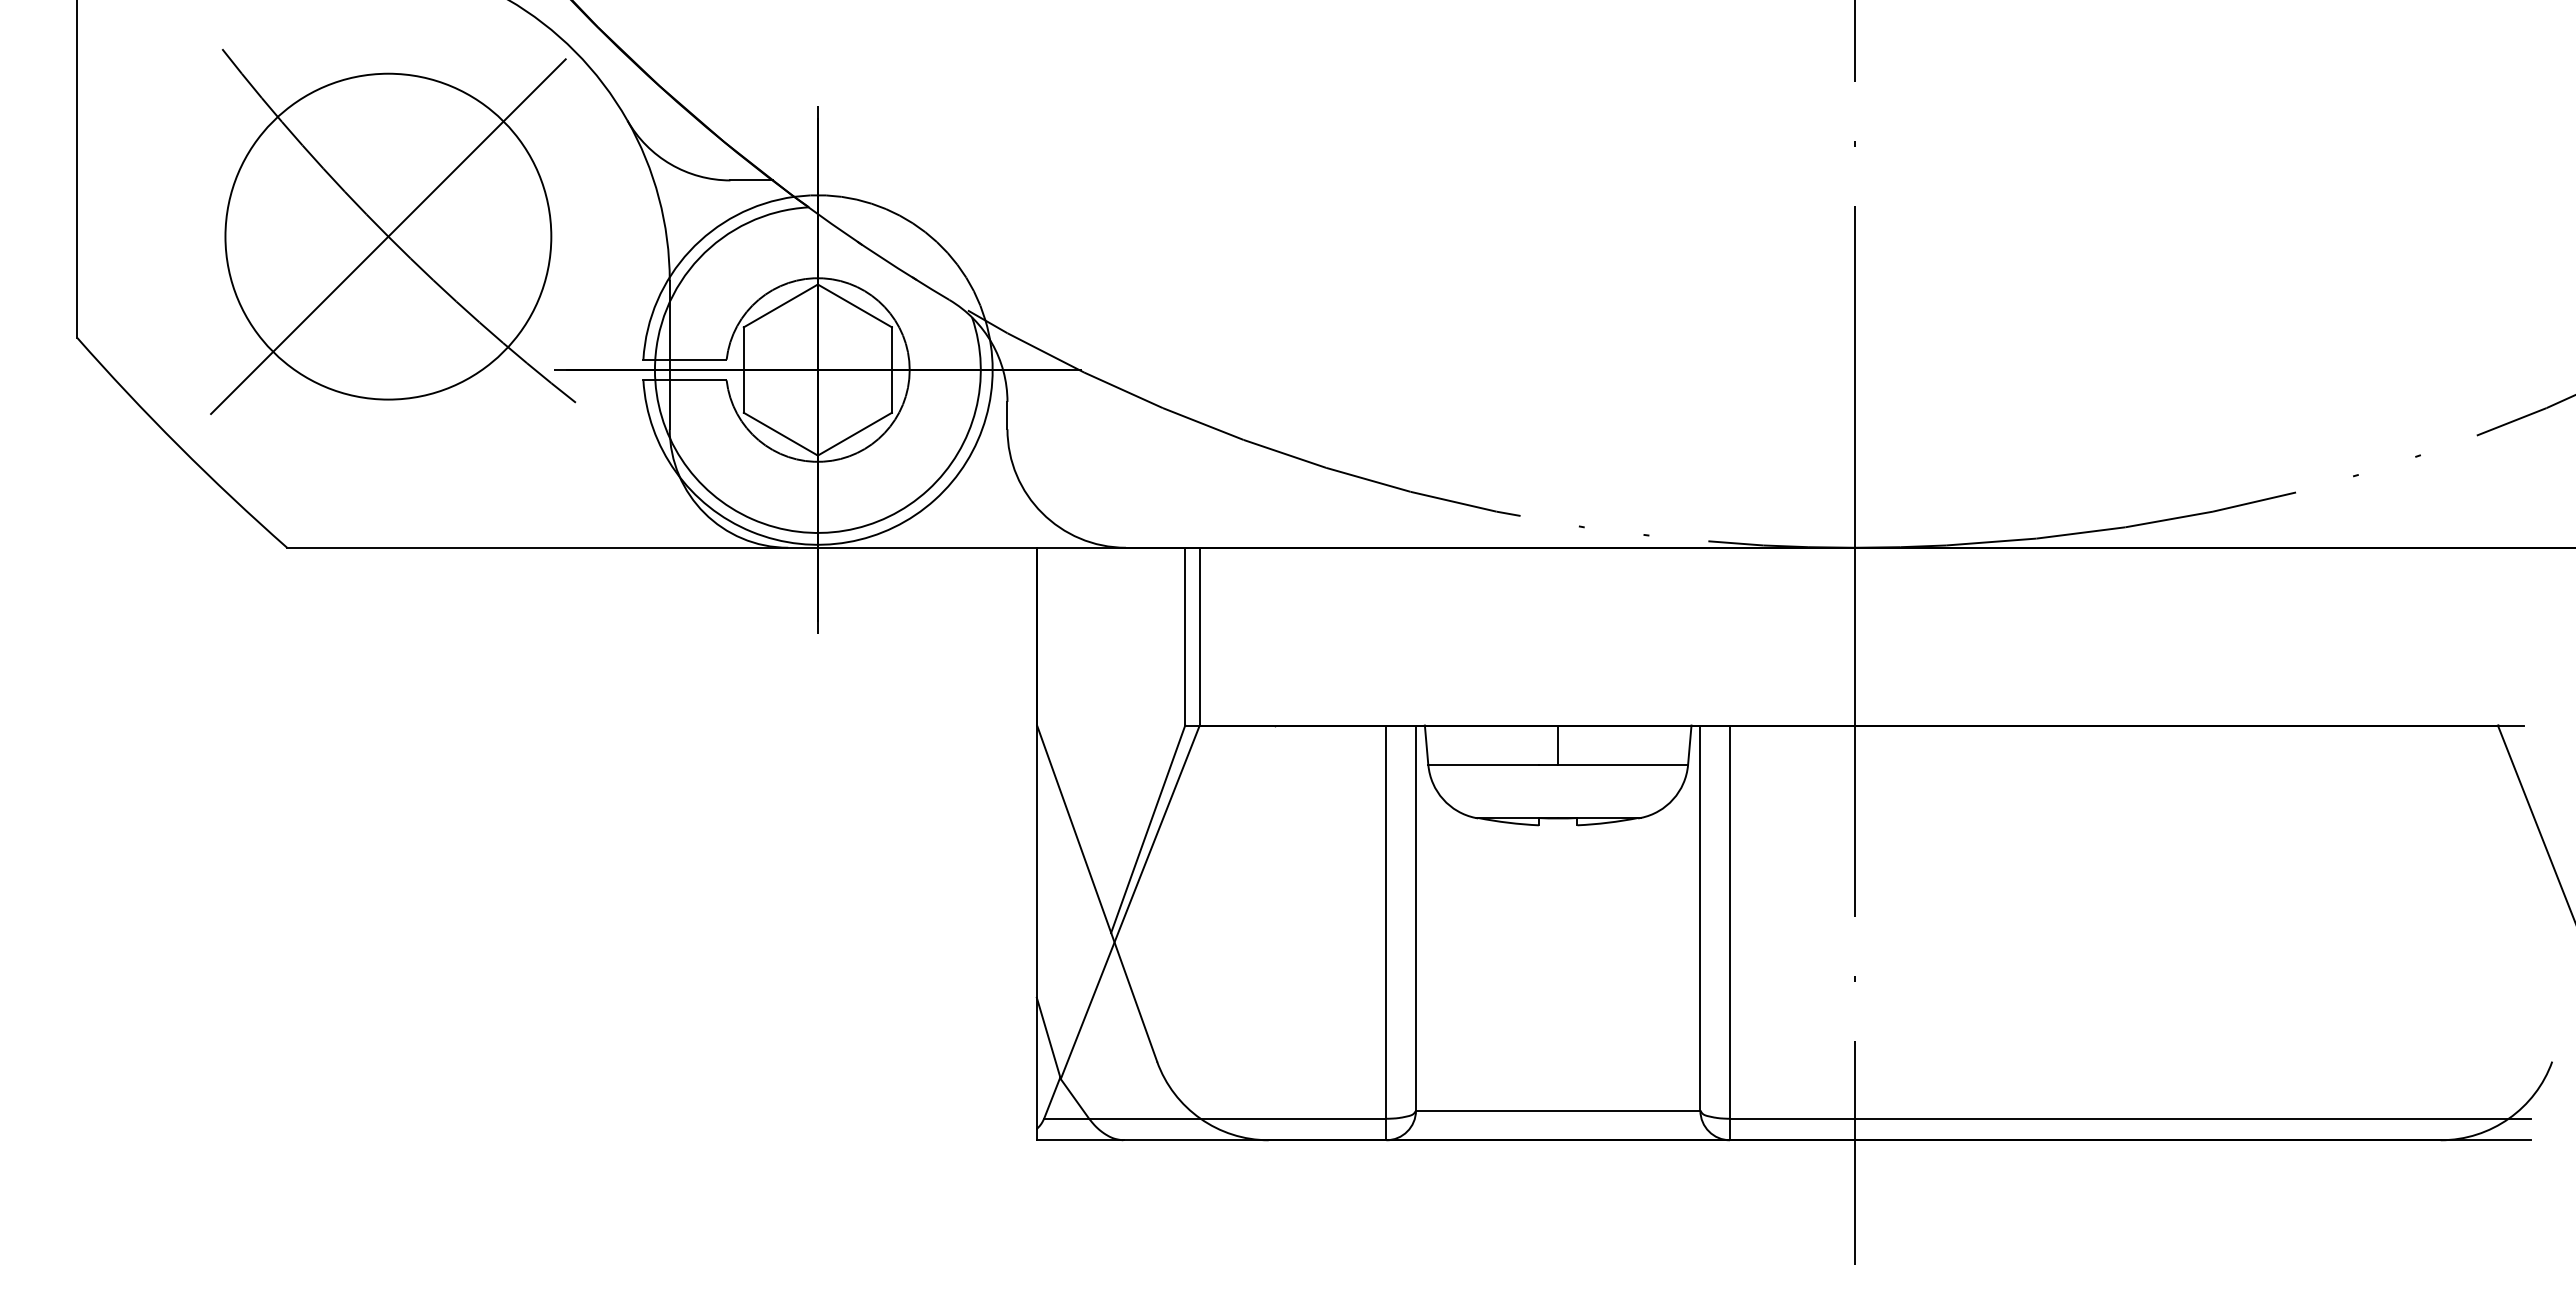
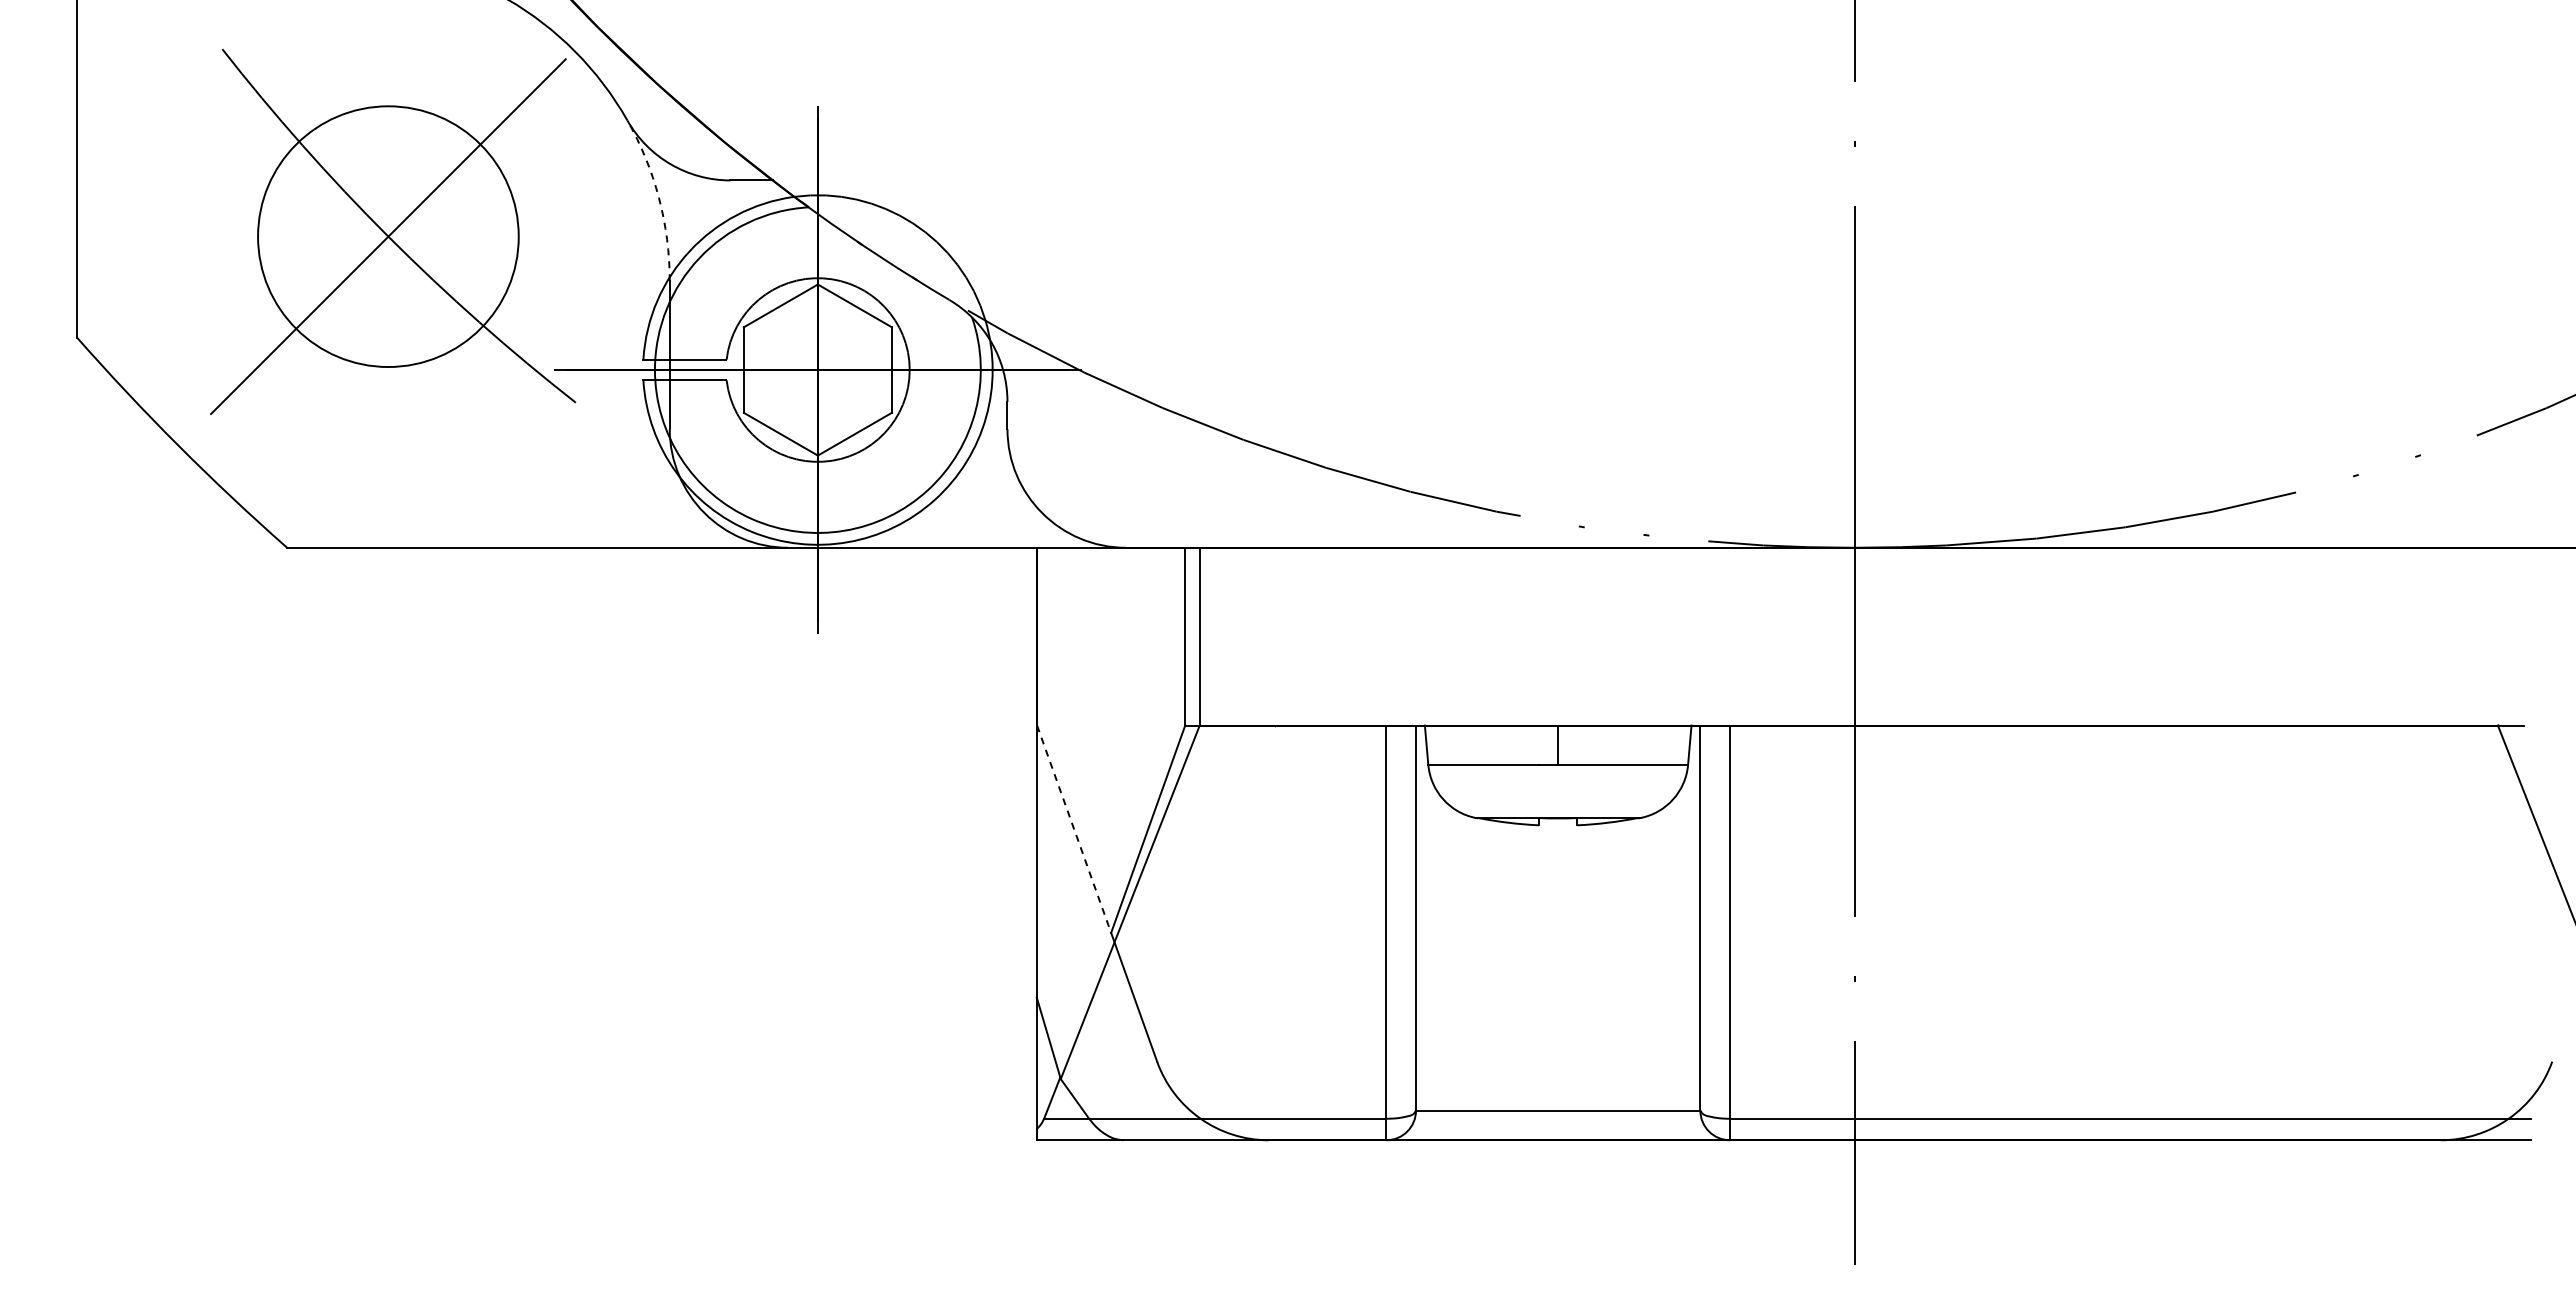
arc at (658, 198): solid -> dashed
circle at (388, 236) diameter: 326 px -> 261 px
line at (1074, 829): solid -> dashed
